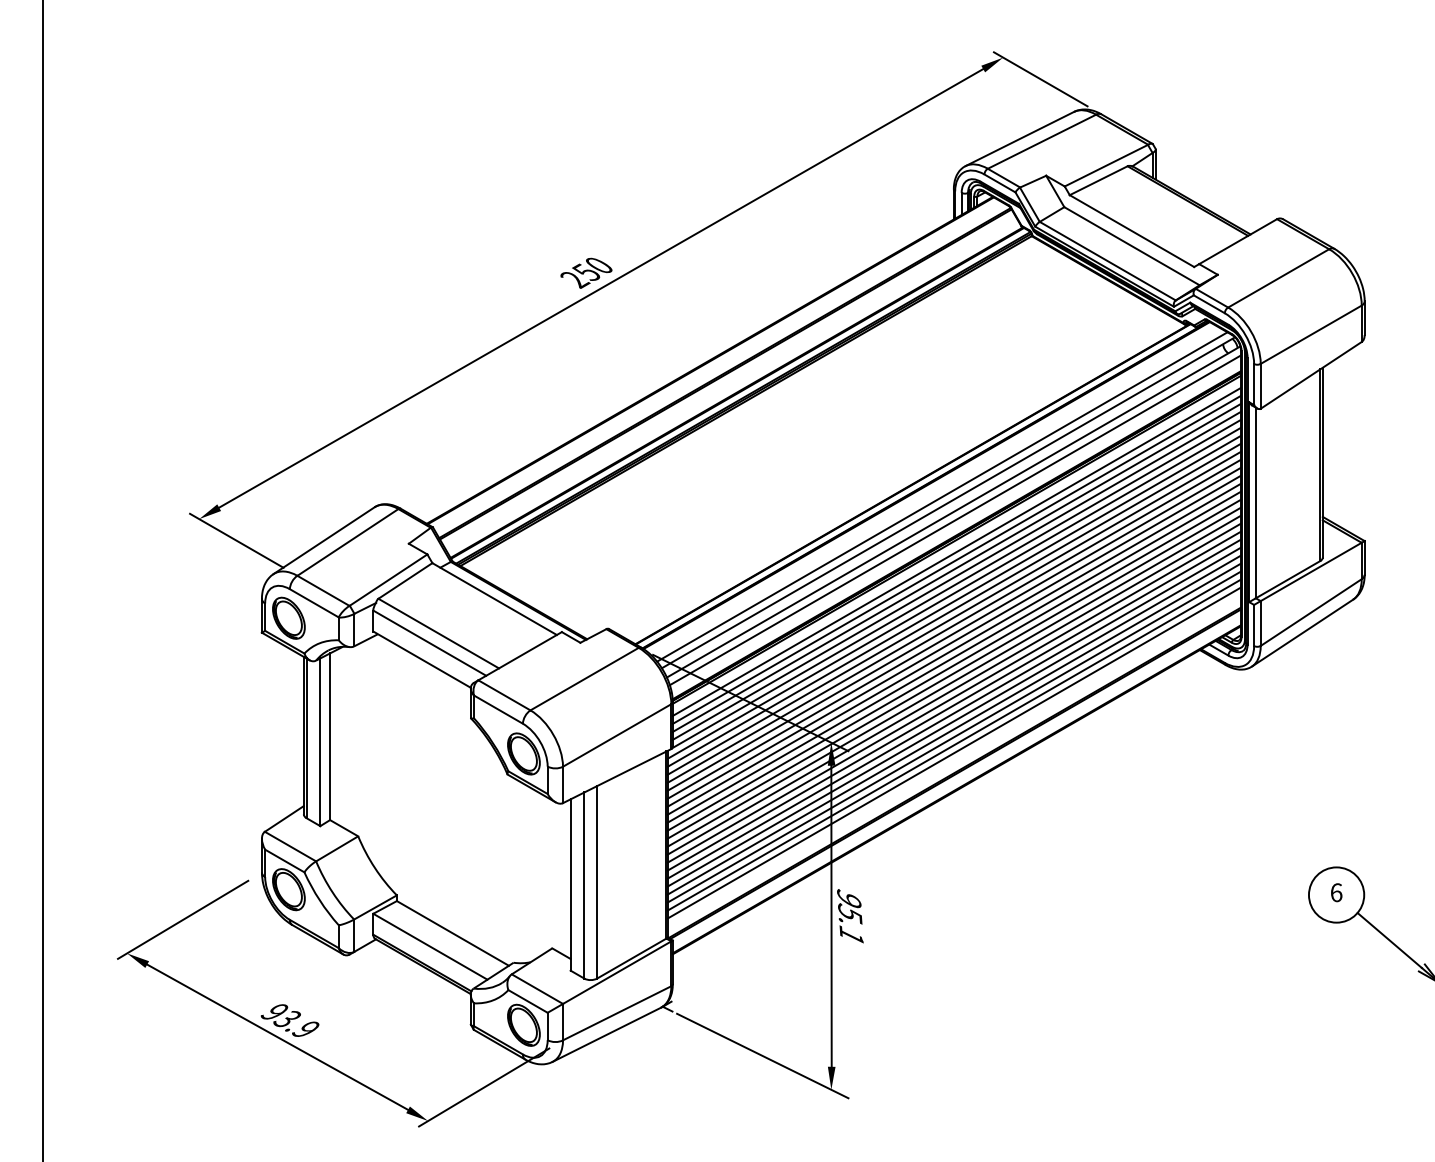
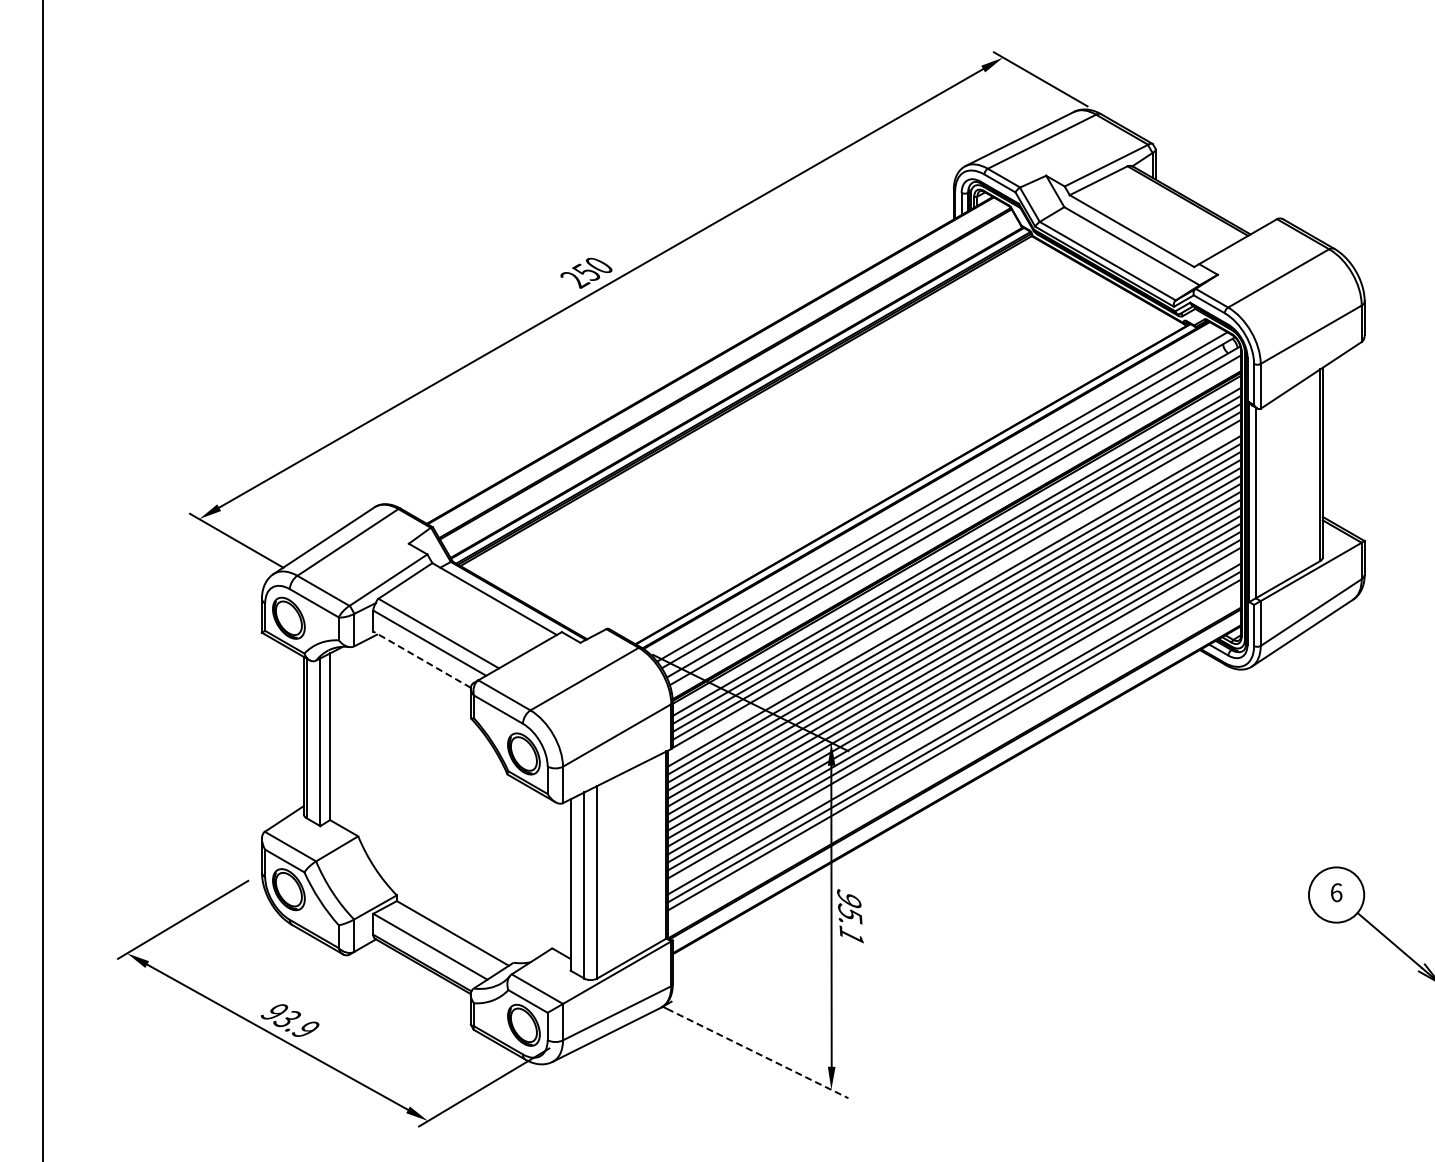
line at (953, 592): present -> none
line at (421, 659): solid -> dashed
line at (953, 720): present -> none
line at (953, 752): present -> none
line at (762, 1056): solid -> dashed
